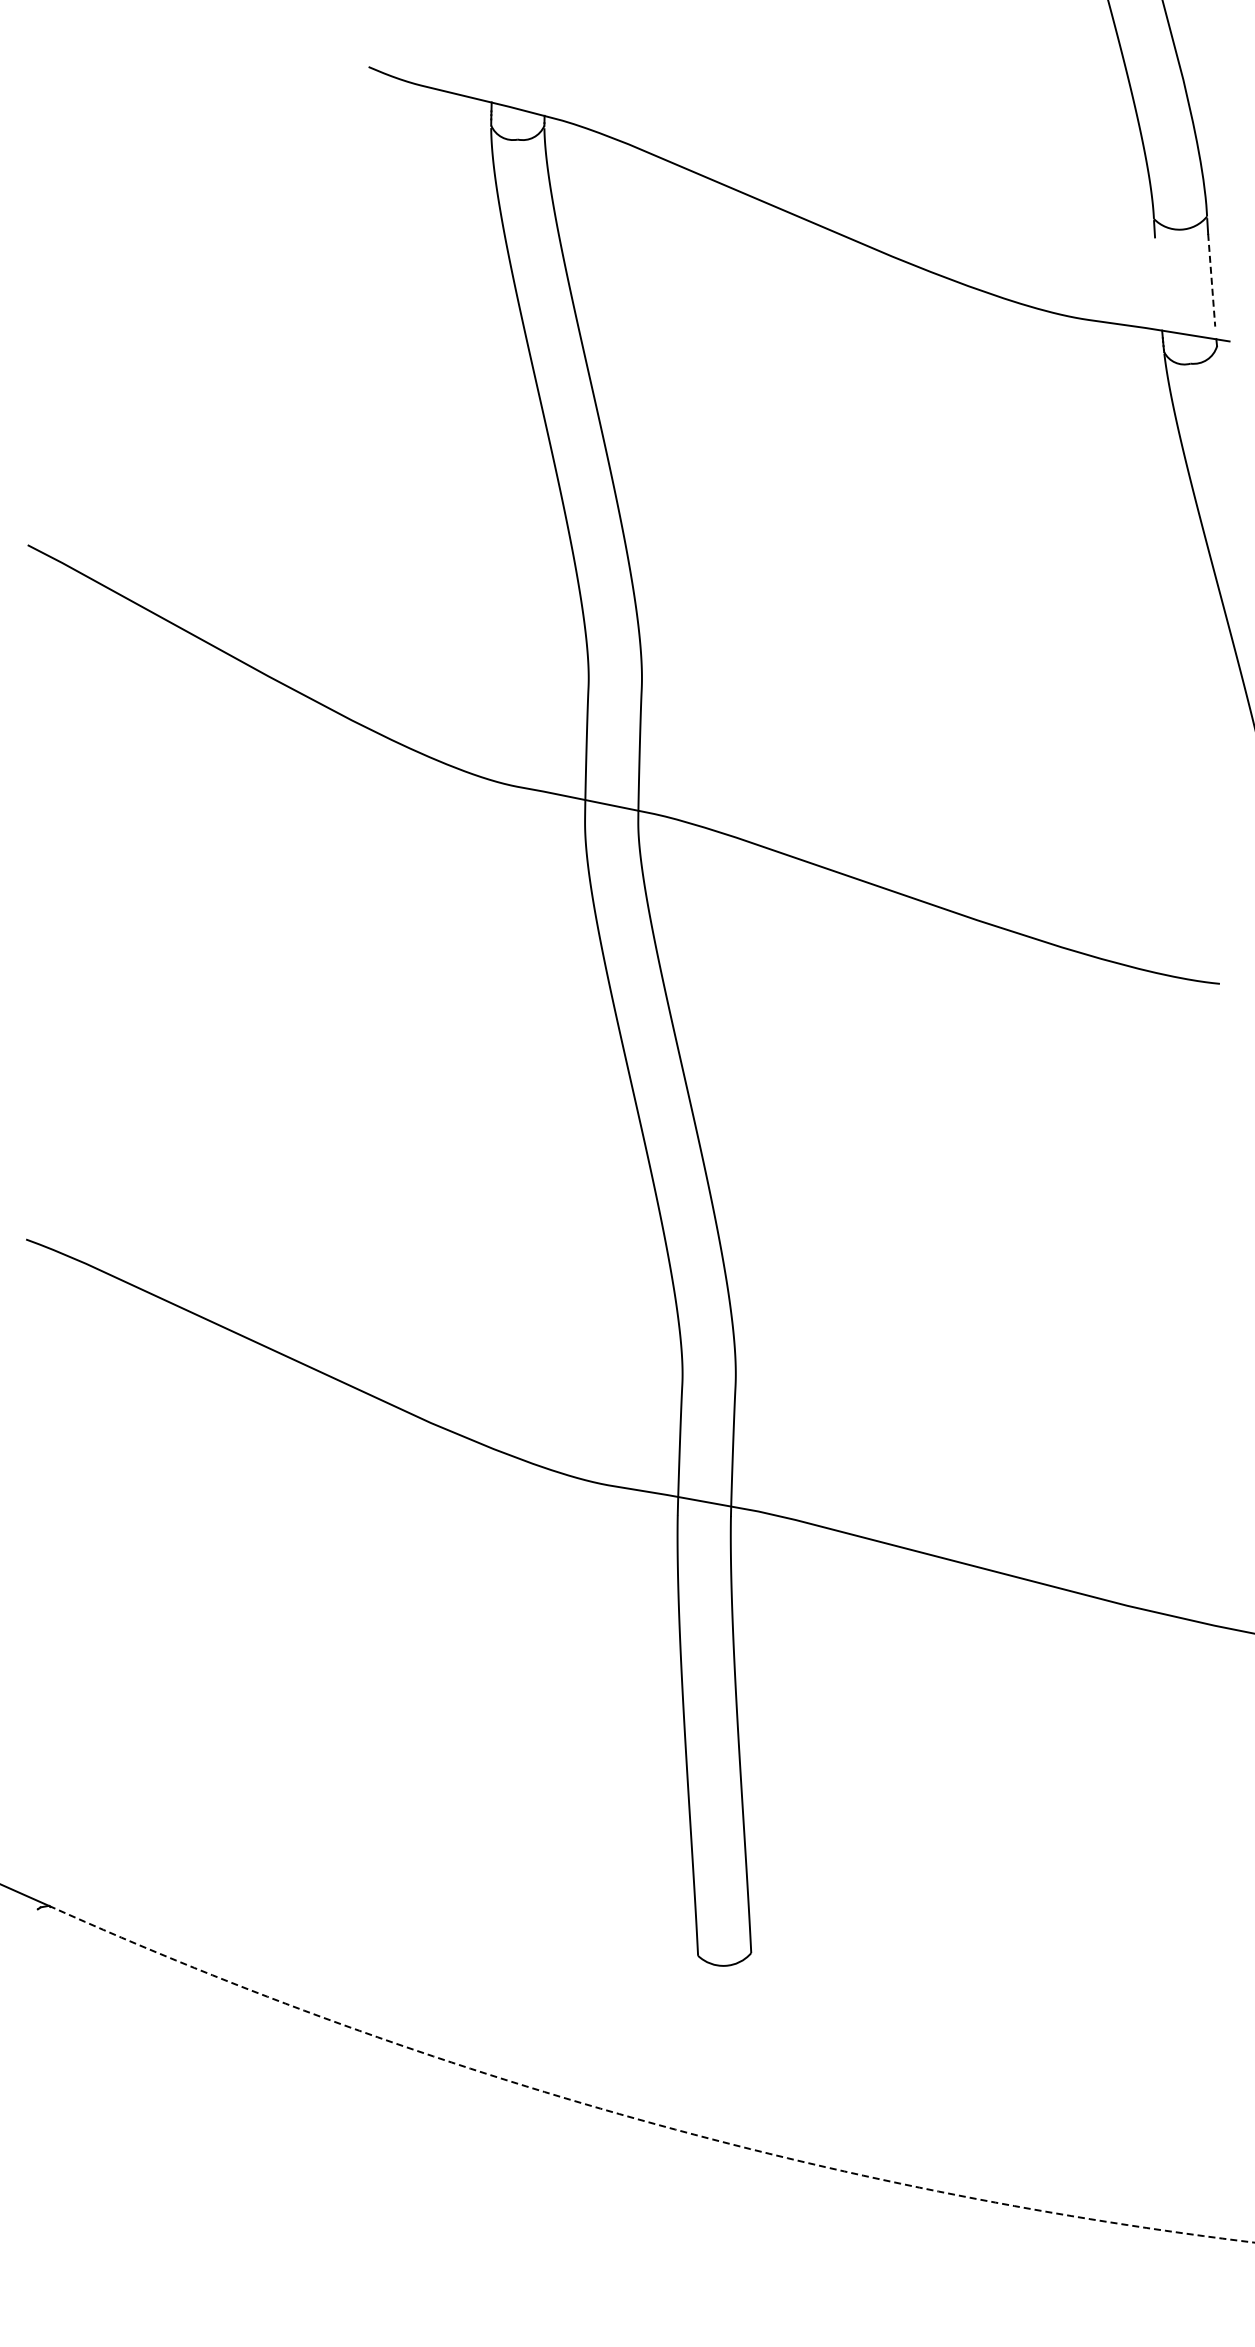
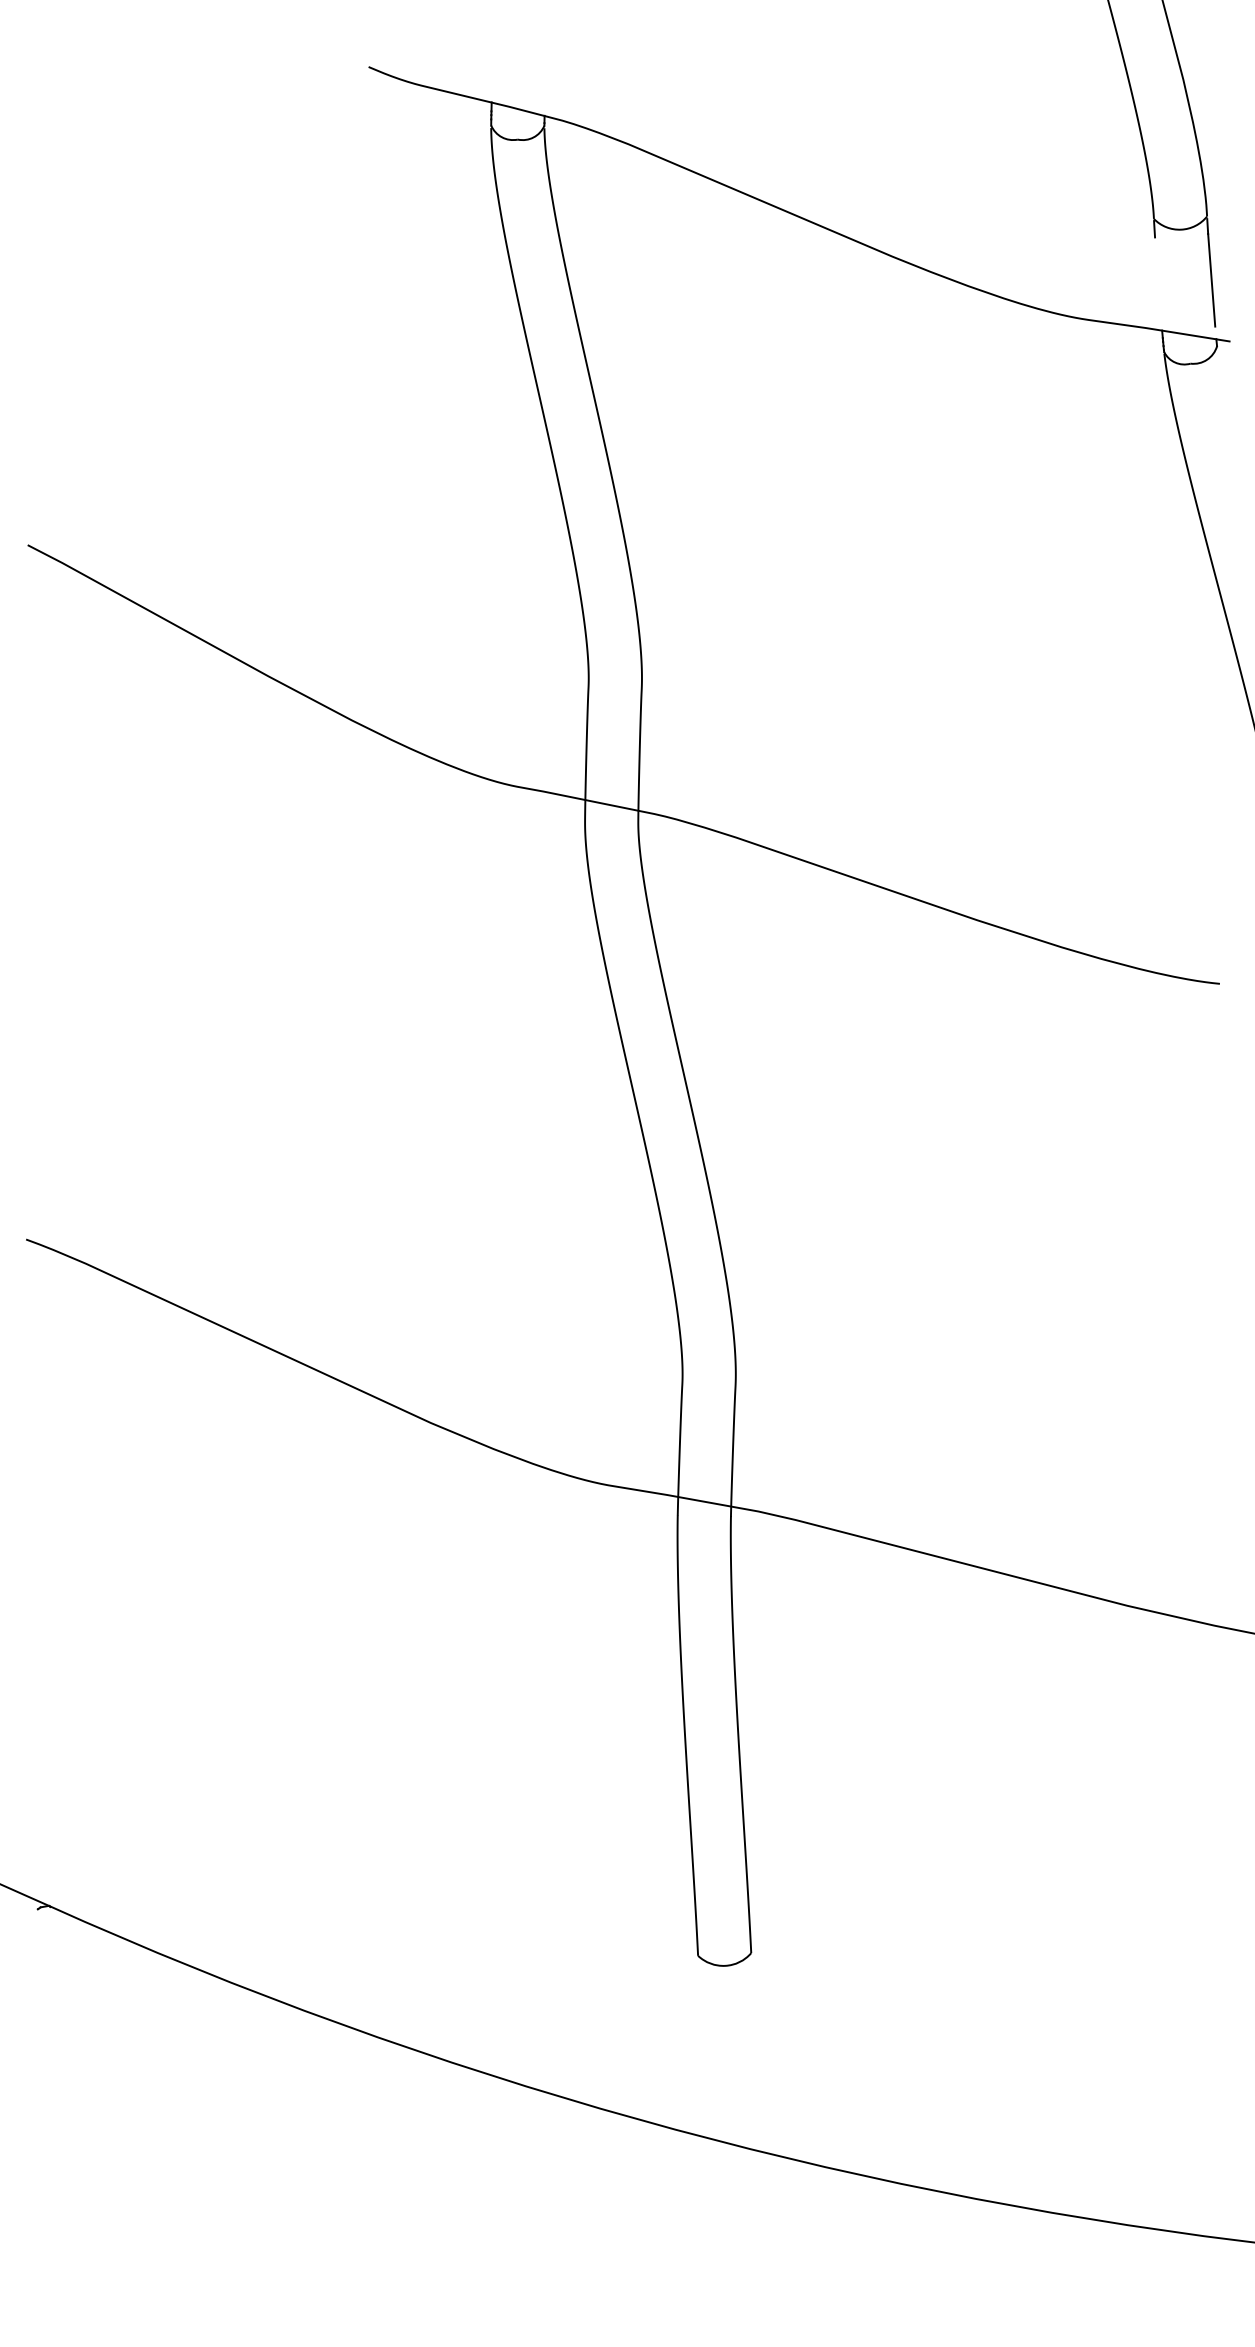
line at (1211, 280): dashed -> solid
arc at (638, 2119): dashed -> solid
